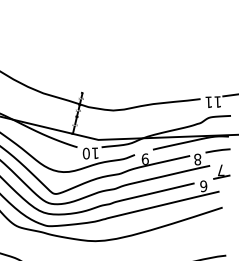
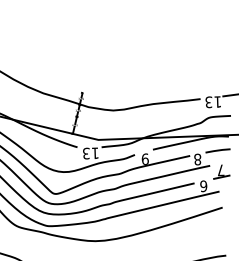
text at (208, 102): 11 -> 13
text at (85, 153): 10 -> 13
